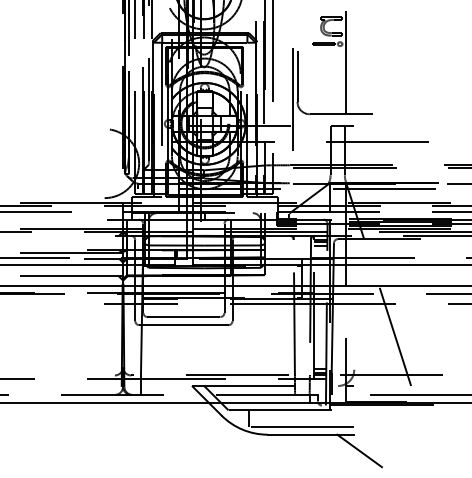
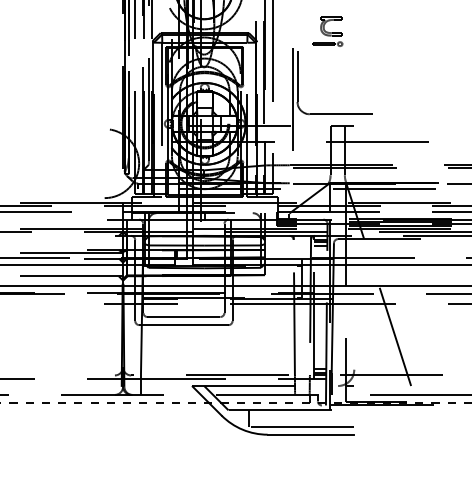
line at (346, 58): present -> none
line at (235, 403): solid -> dashed
line at (359, 450): present -> none
